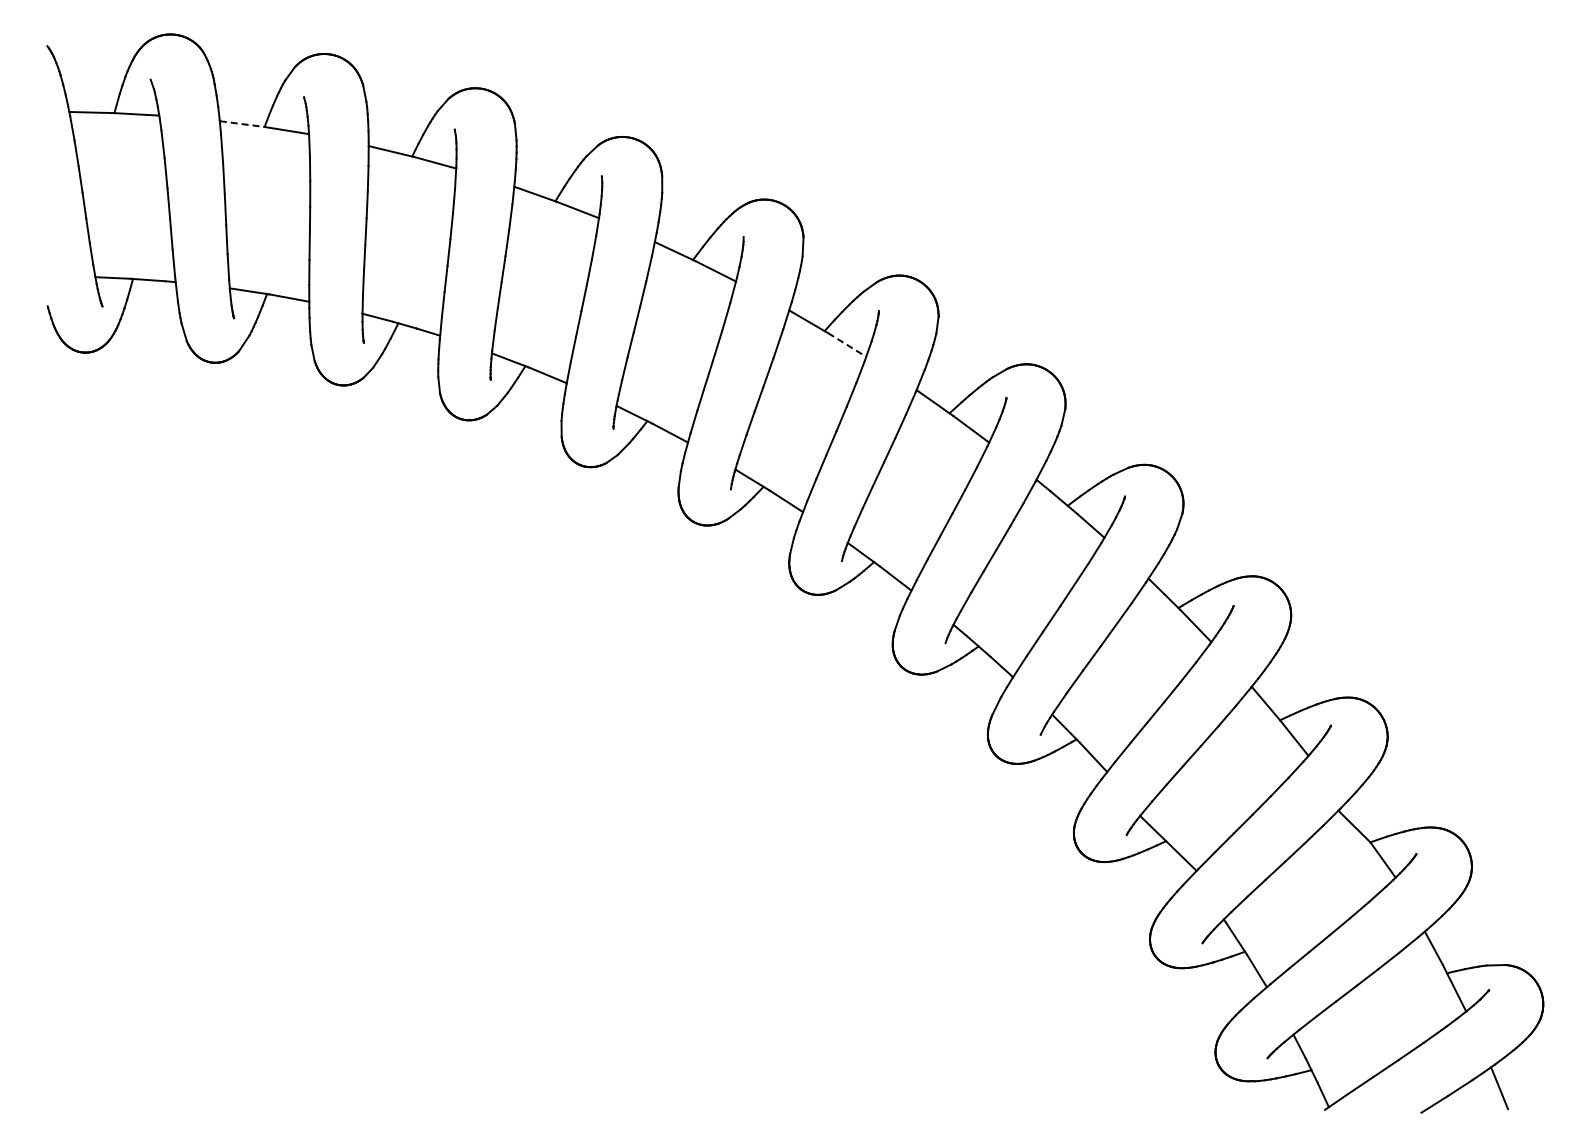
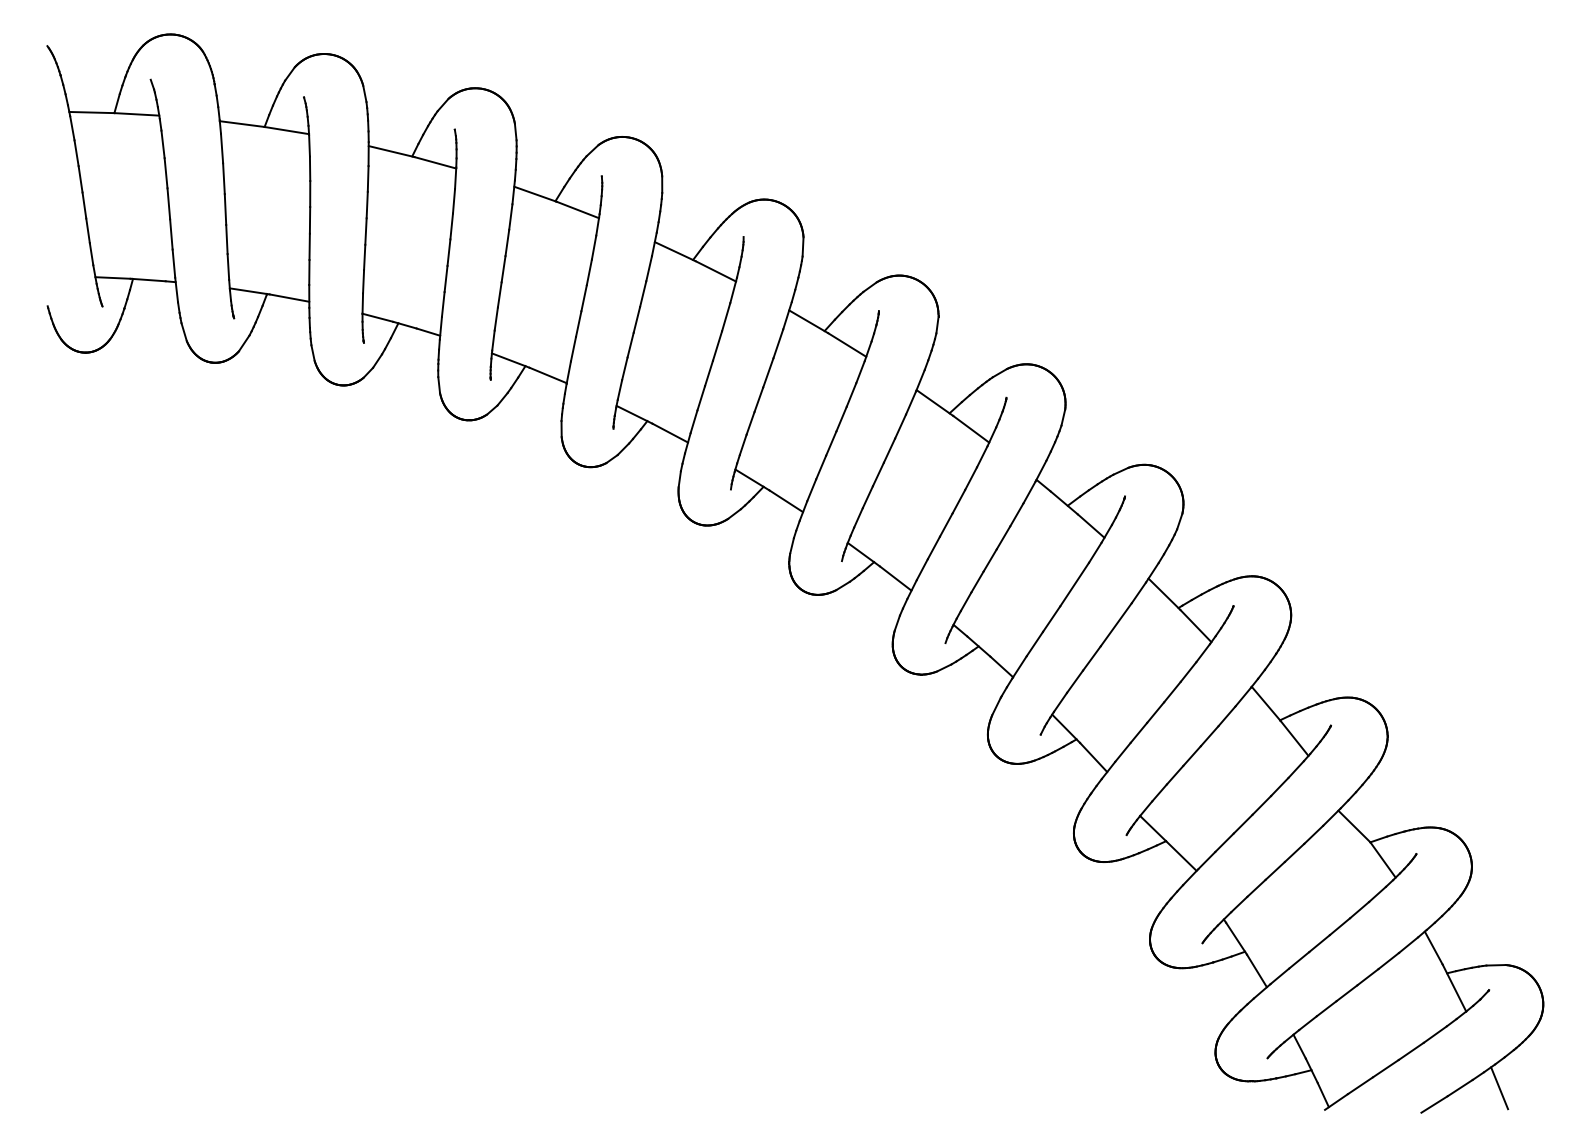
line at (242, 124): dashed -> solid
line at (847, 345): dashed -> solid
